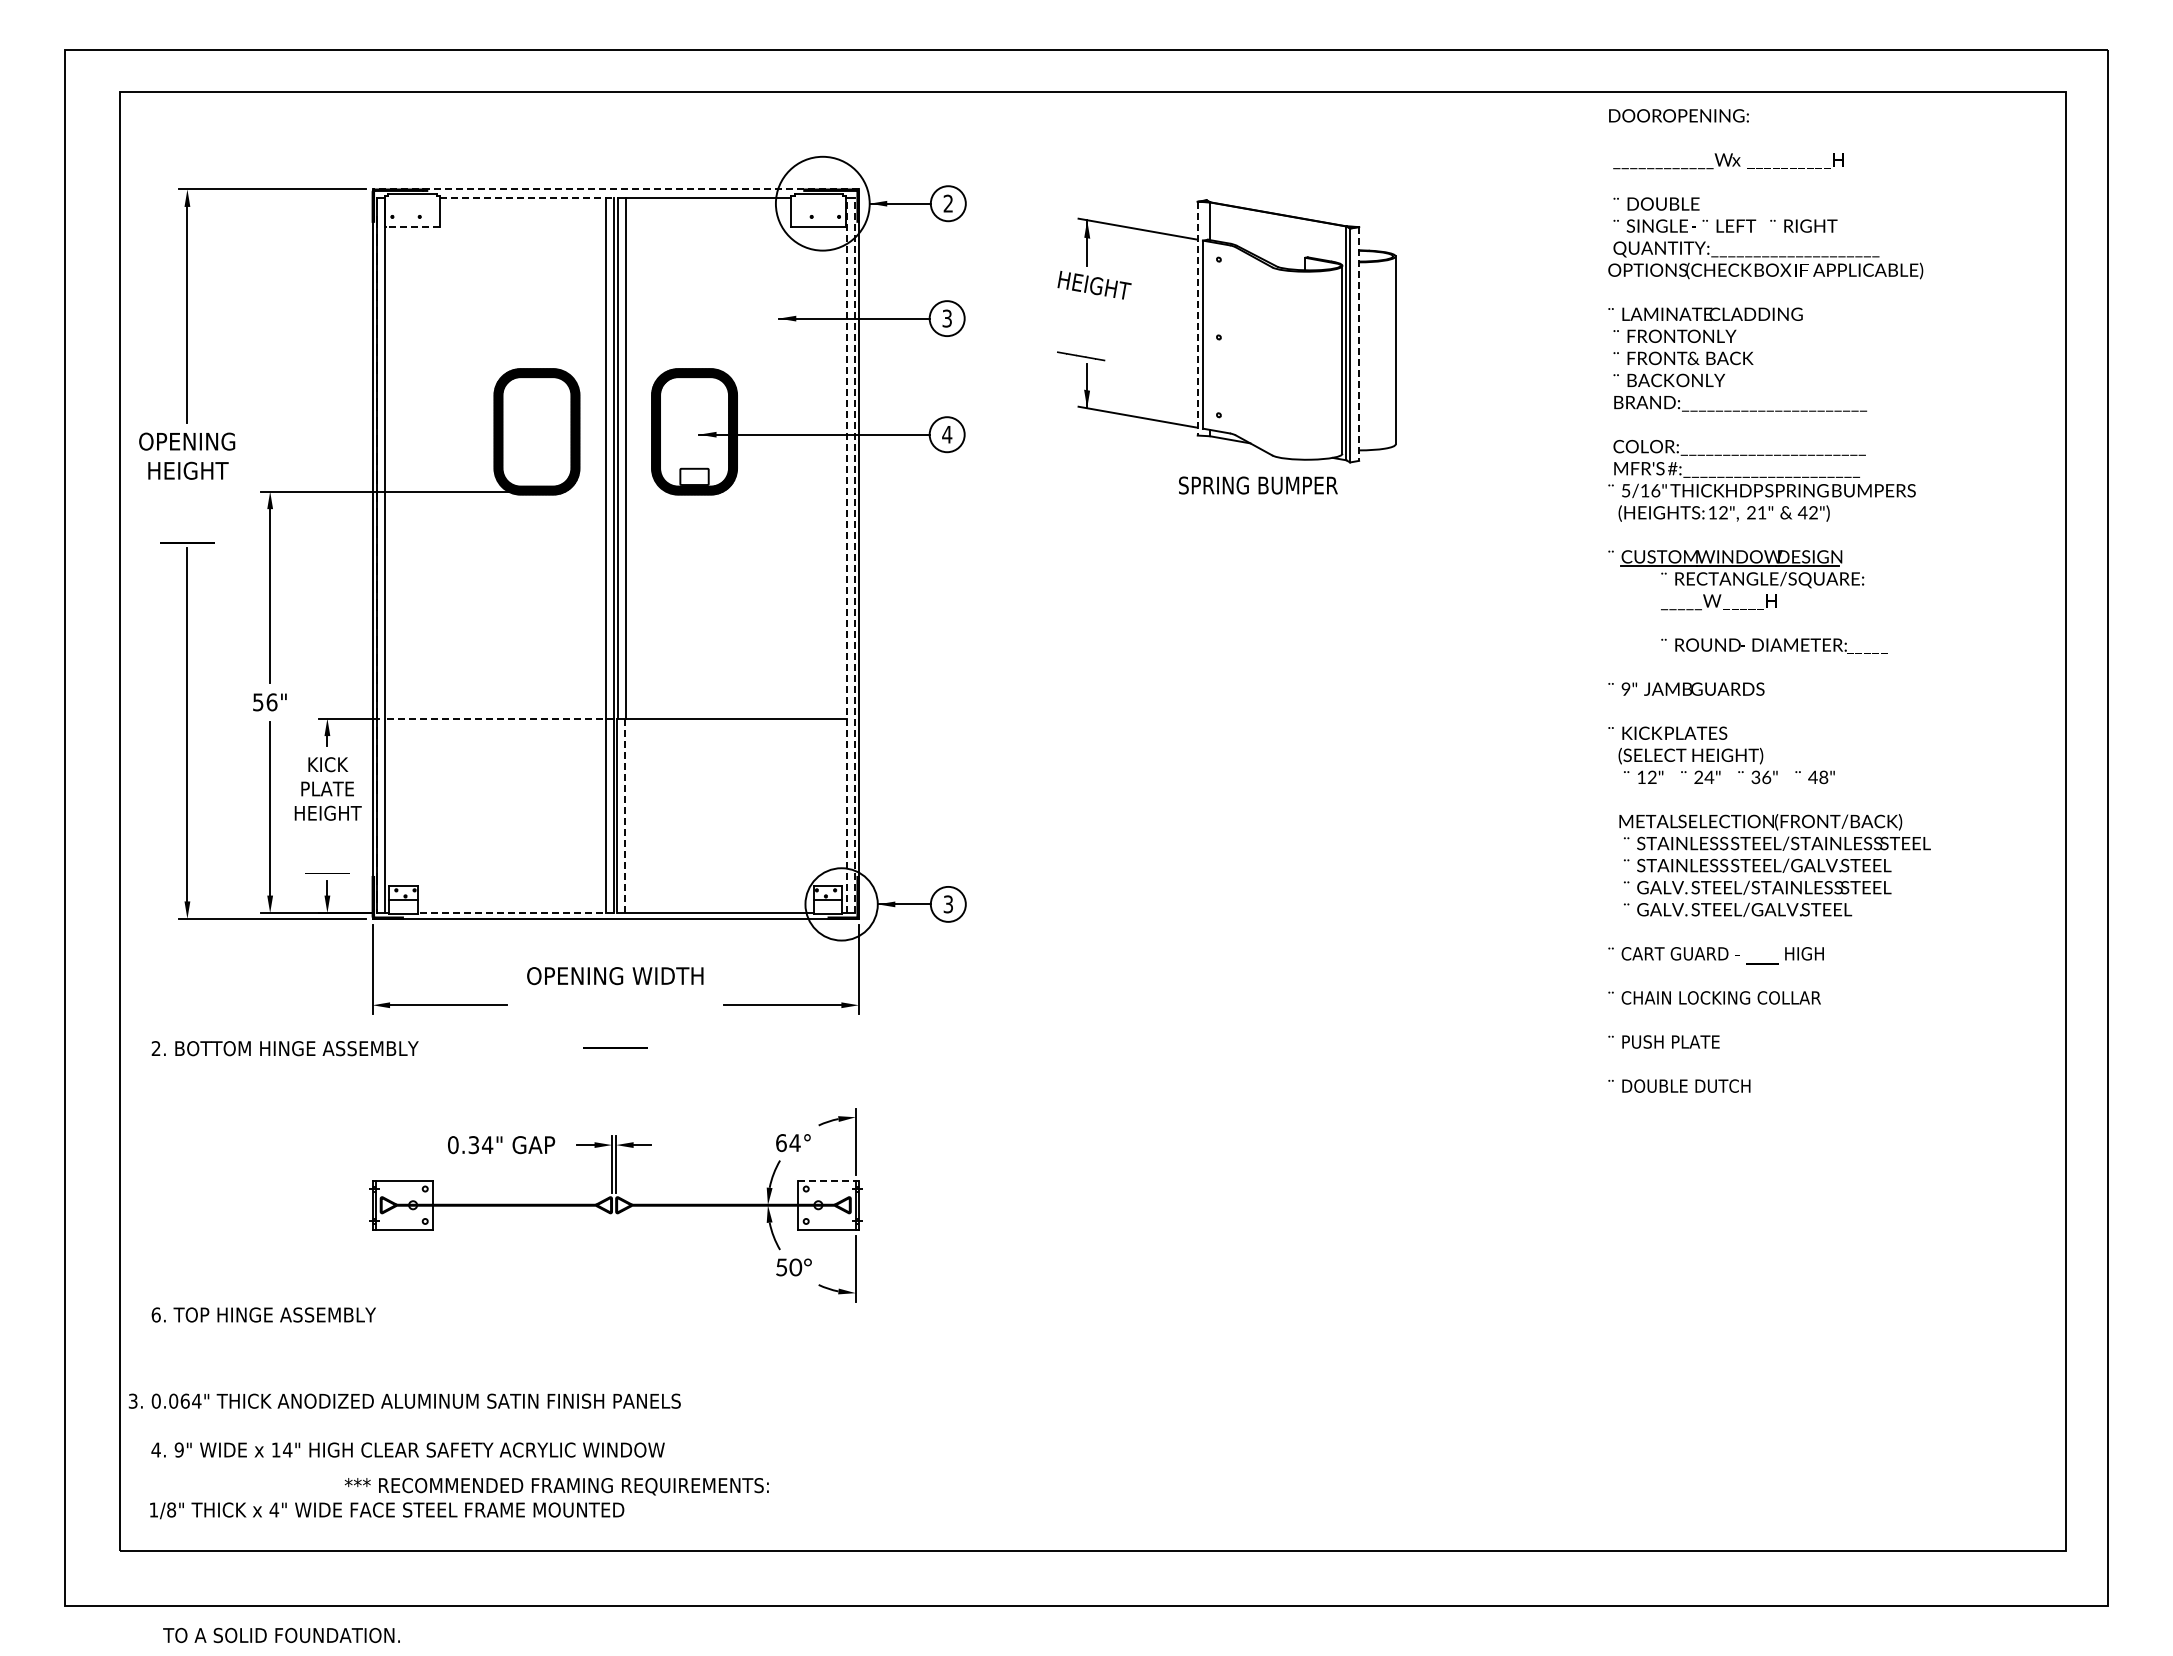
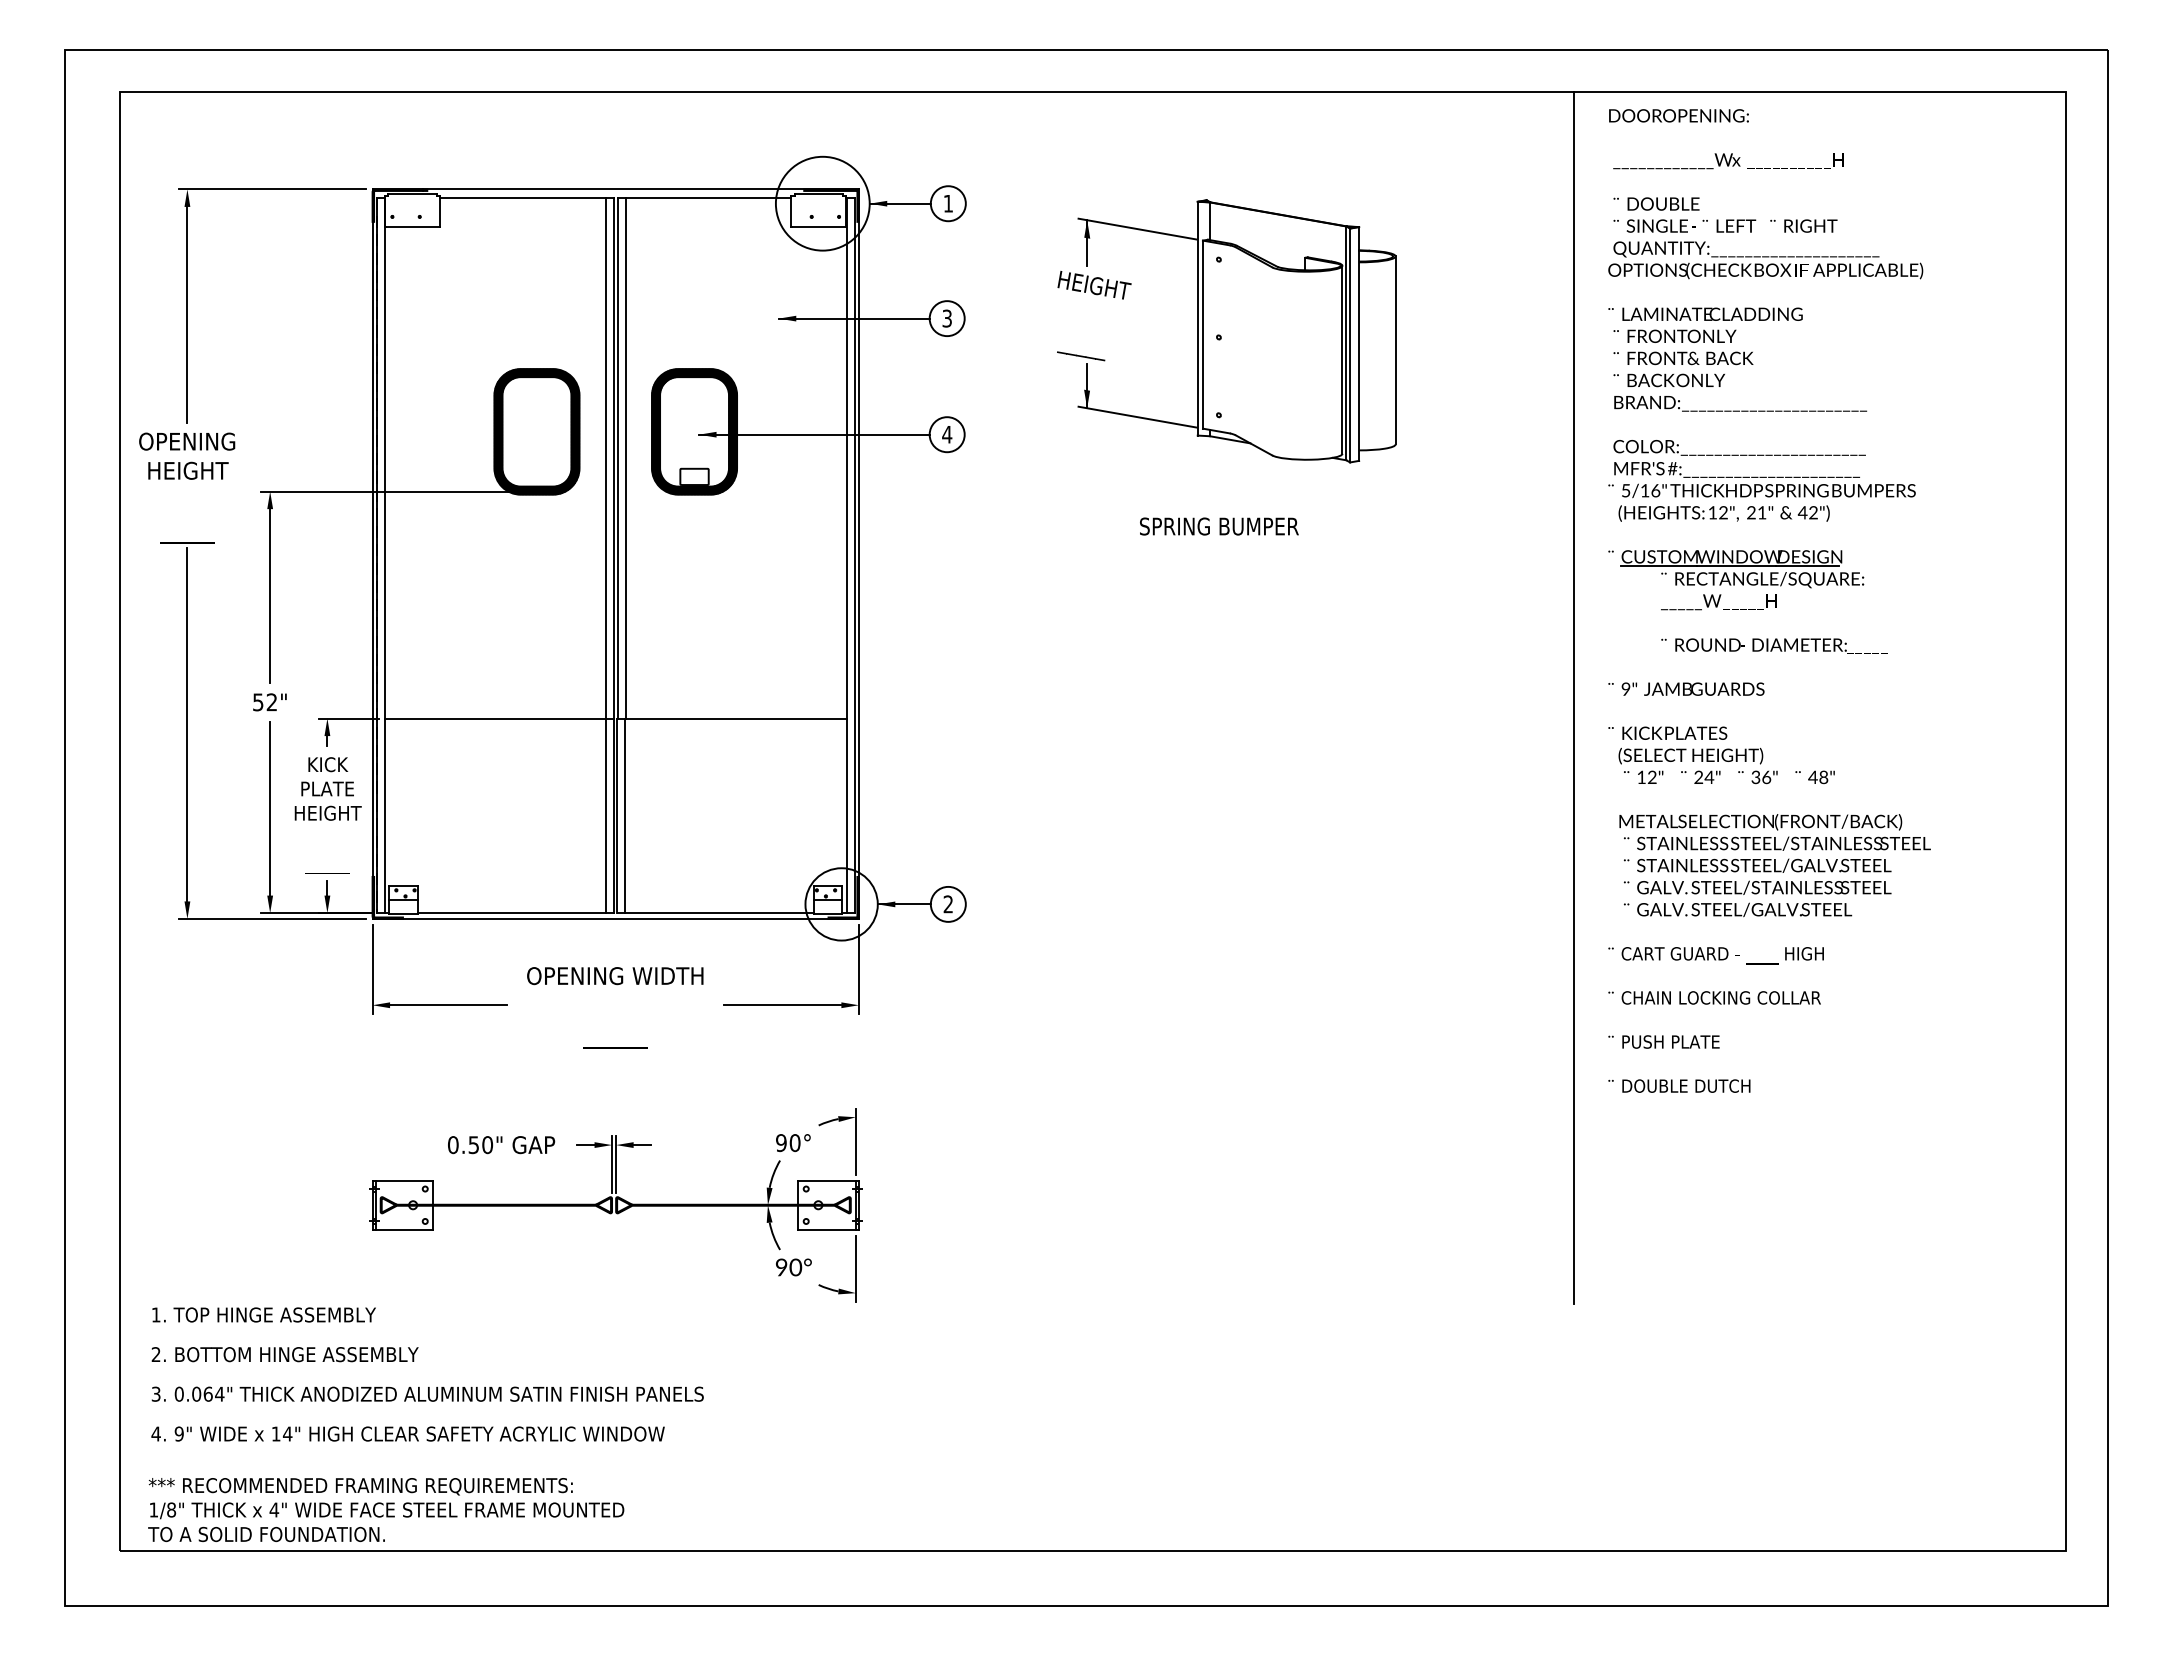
line at (615, 189): dashed -> solid
line at (526, 197): dashed -> solid
text at (947, 203): 2 -> 1
line at (412, 227): dashed -> solid
line at (1197, 318): dashed -> solid
line at (1359, 343): dashed -> solid
text at (1258, 485) position: (1258, 485) -> (1219, 526)
line at (846, 555): dashed -> solid
line at (854, 555): dashed -> solid
line at (1574, 698): none -> present
text at (271, 702): 56" -> 52"
line at (499, 718): dashed -> solid
line at (625, 816): dashed -> solid
text at (947, 904): 3 -> 2
line at (515, 913): dashed -> solid
text at (284, 1048) position: (284, 1048) -> (284, 1354)
text at (788, 1143): 64° -> 90°
text at (481, 1145): 0.34" -> 0.50"
line at (829, 1180): dashed -> solid
text at (781, 1267): 50° -> 90°
text at (155, 1314): 6. -> 1.
text at (404, 1400) position: (404, 1400) -> (427, 1393)
text at (407, 1449) position: (407, 1449) -> (407, 1433)
text at (556, 1486) position: (556, 1486) -> (360, 1486)
text at (281, 1635) position: (281, 1635) -> (266, 1534)
